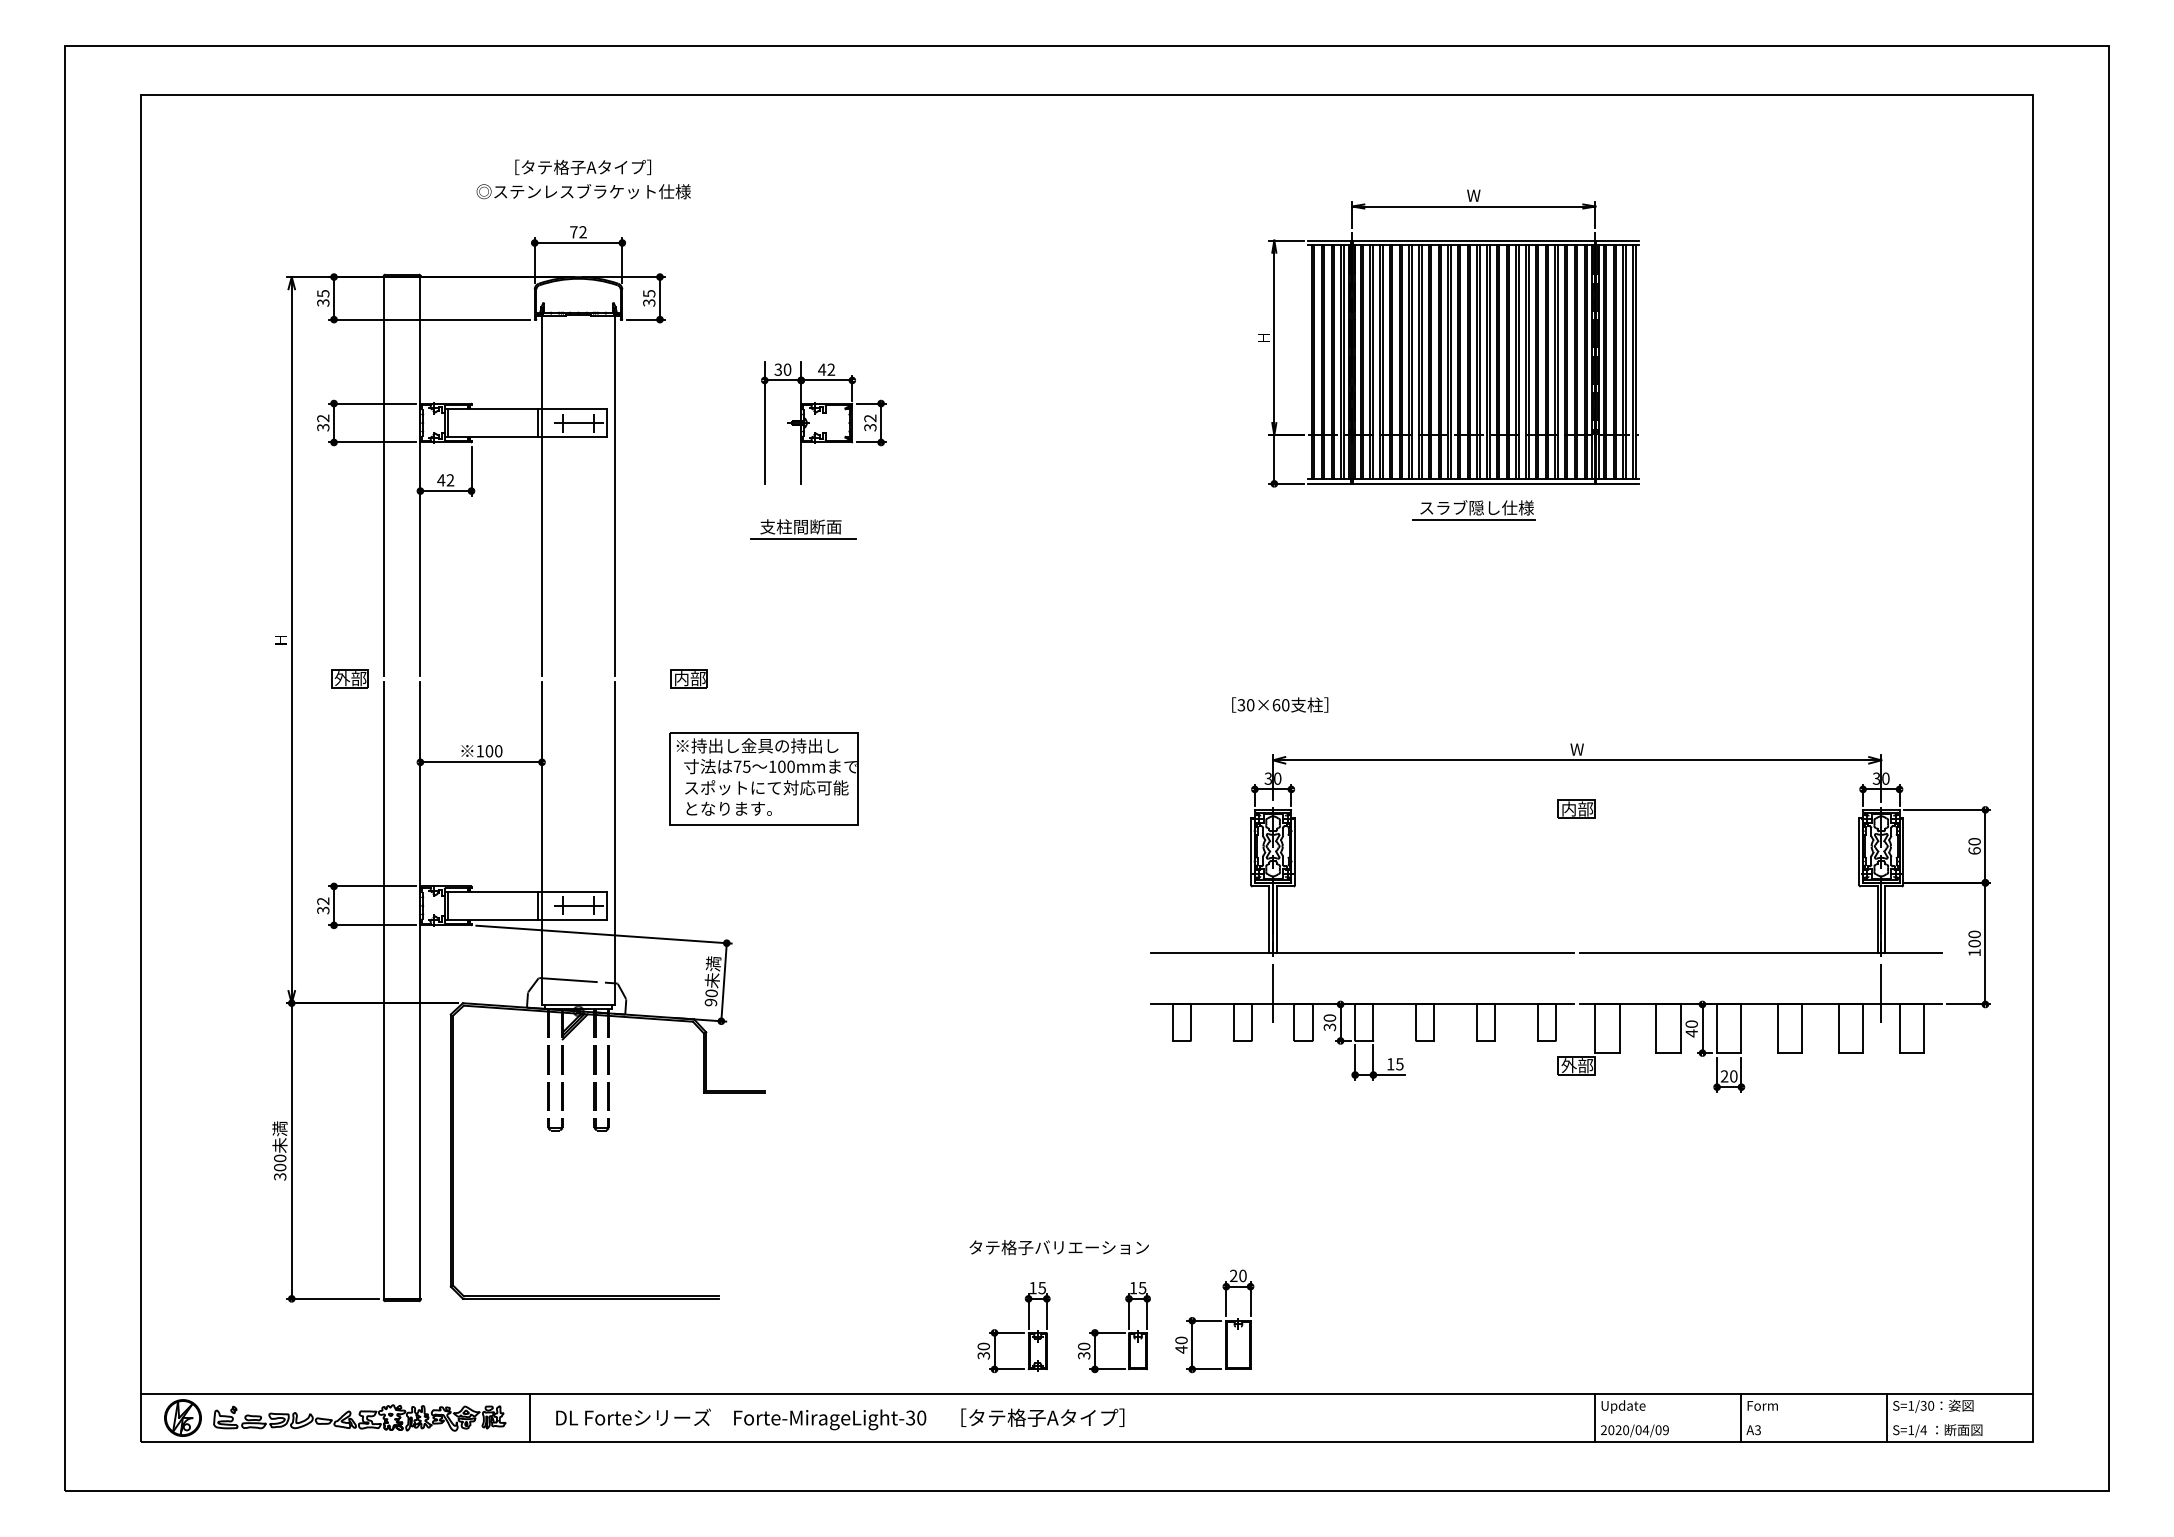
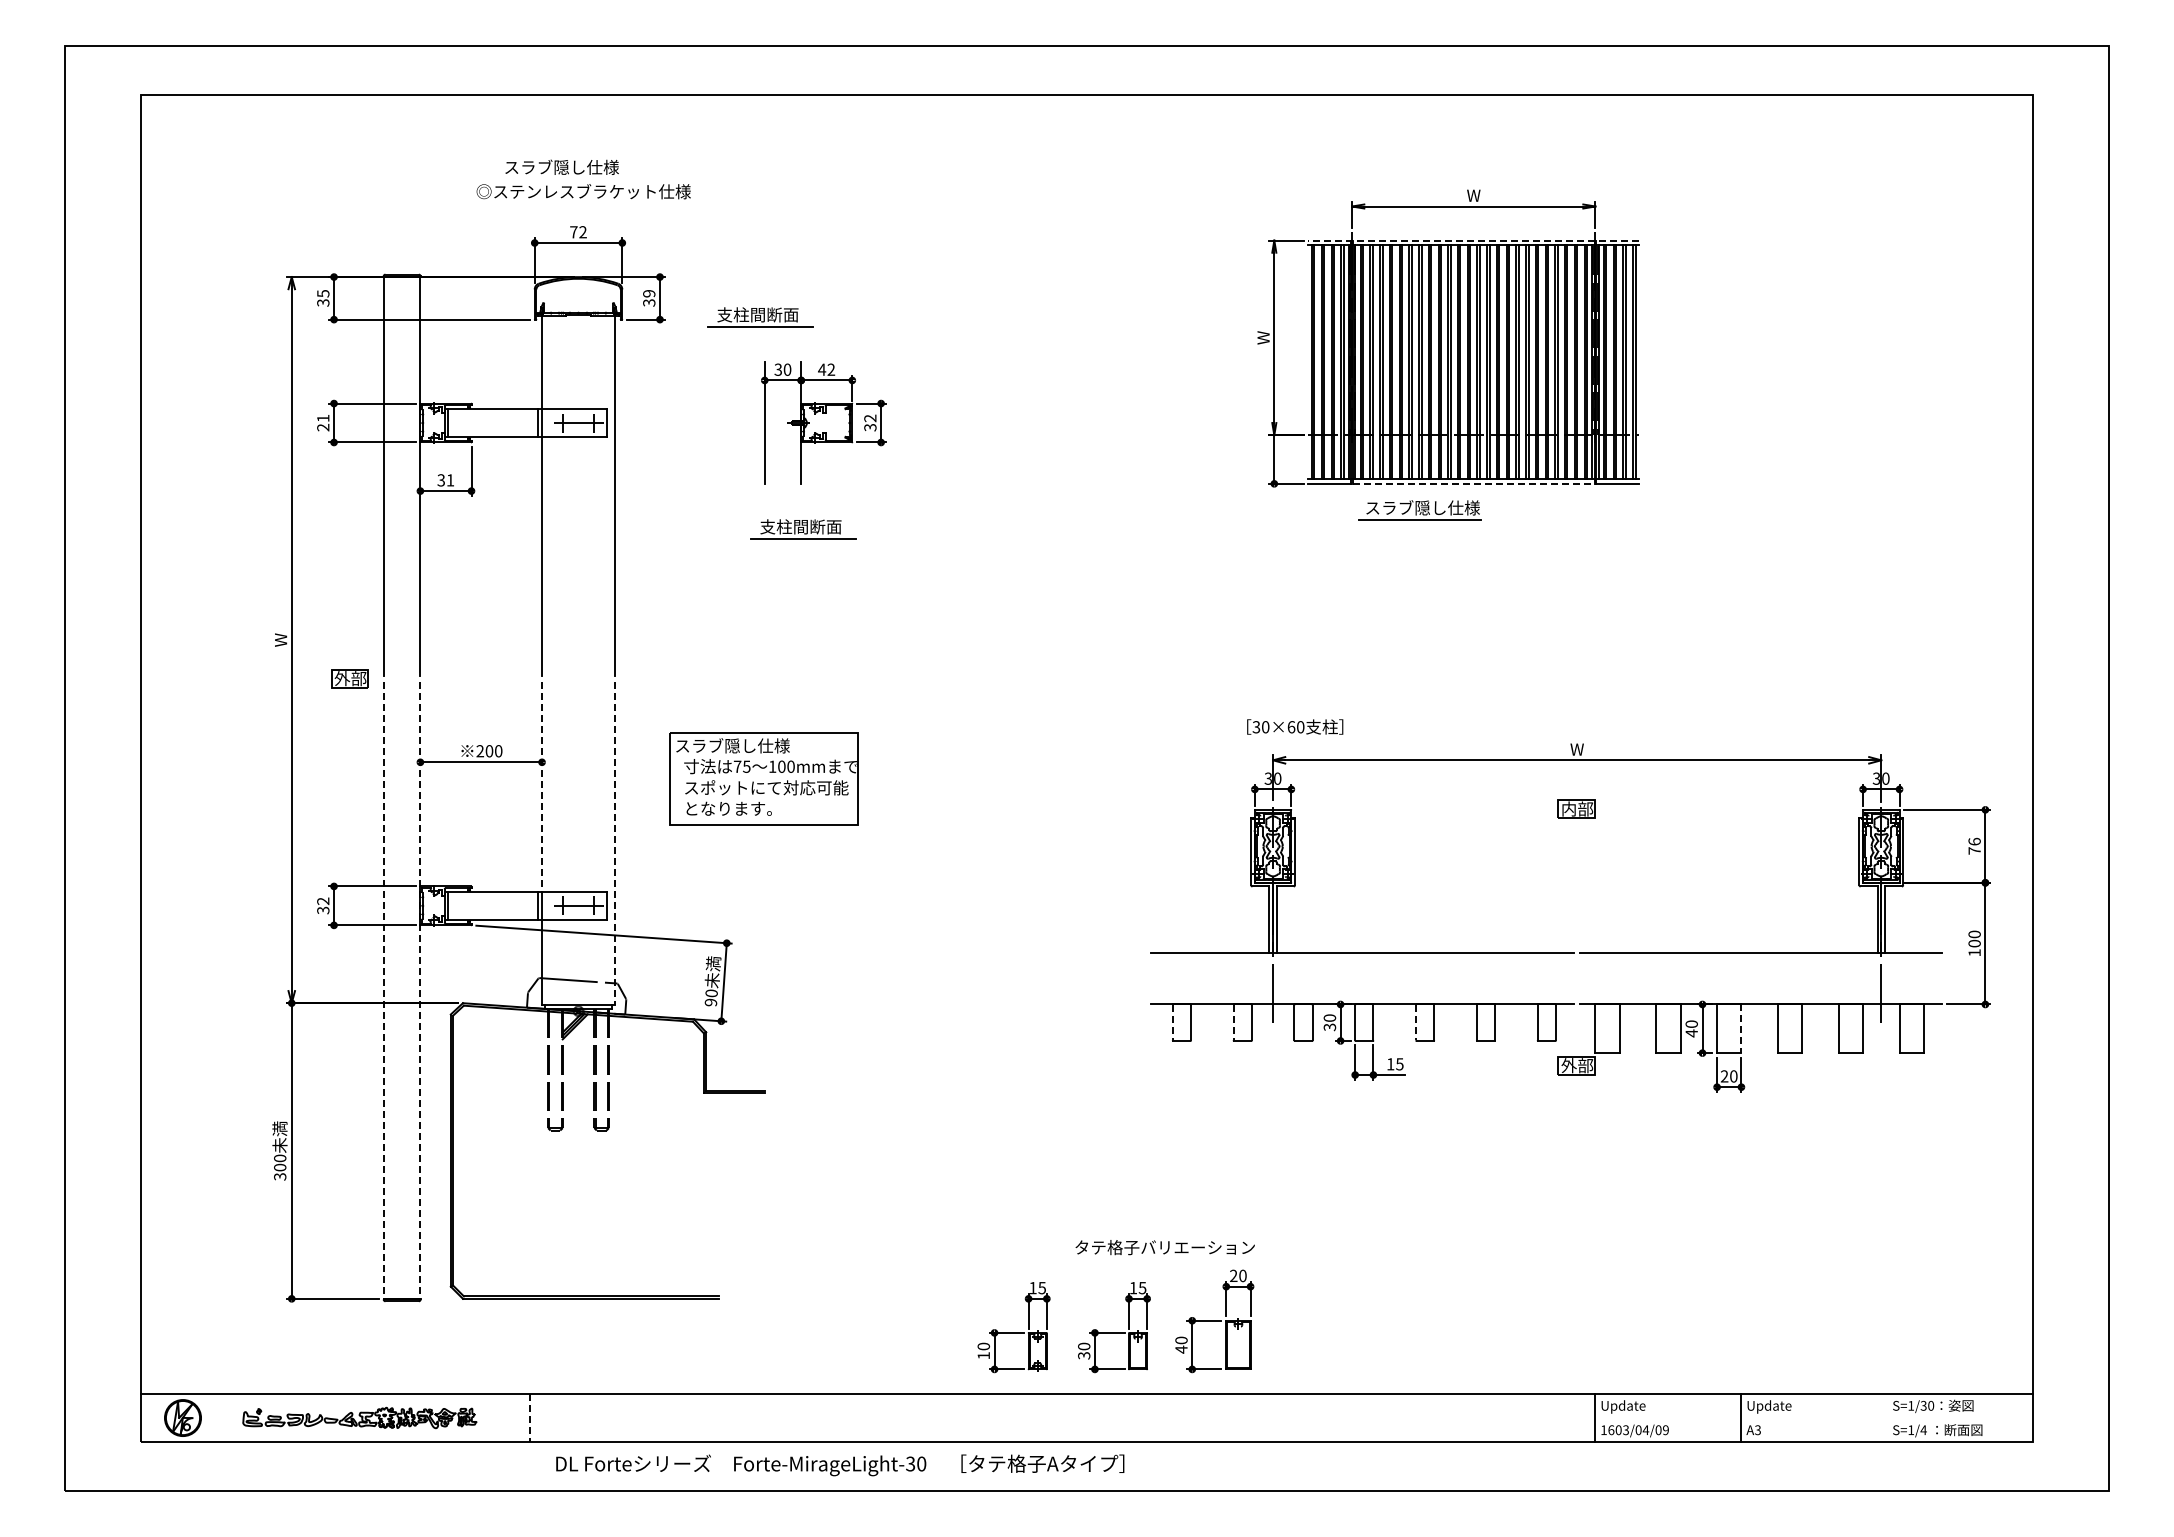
text at (578, 167): ［タテ格子Aタイプ］ -> スラブ隠し仕様
line at (1473, 240): solid -> dashed
text at (649, 293): 35 -> 39
part at (760, 317): none -> present
text at (1263, 337): H -> W
text at (323, 422): 32 -> 21
text at (445, 480): 42 -> 31
line at (1473, 483): solid -> dashed
part at (1473, 510) position: (1473, 510) -> (1419, 510)
text at (281, 639): H -> W
part at (688, 678): present -> none
text at (1280, 704) position: (1280, 704) -> (1295, 726)
text at (757, 745): ※持出し金具の持出し -> スラブ隠し仕様
text at (479, 751): 100 -> 200
line at (542, 787): solid -> dashed
line at (615, 843): solid -> dashed
text at (1974, 845): 60 -> 76
line at (383, 990): solid -> dashed
line at (420, 990): solid -> dashed
line at (1172, 1022): solid -> dashed
line at (1233, 1022): solid -> dashed
line at (1416, 1022): solid -> dashed
line at (1741, 1029): solid -> dashed
text at (1058, 1247) position: (1058, 1247) -> (1164, 1247)
text at (983, 1355): 30 -> 10
text at (1769, 1406): Form -> Update
part at (359, 1417) size: 294x28 px -> 236x24 px
line at (1887, 1417): present -> none
line at (529, 1418): solid -> dashed
text at (840, 1419) position: (840, 1419) -> (840, 1465)
text at (1615, 1430): 2020/04/09 -> 1603/04/09
